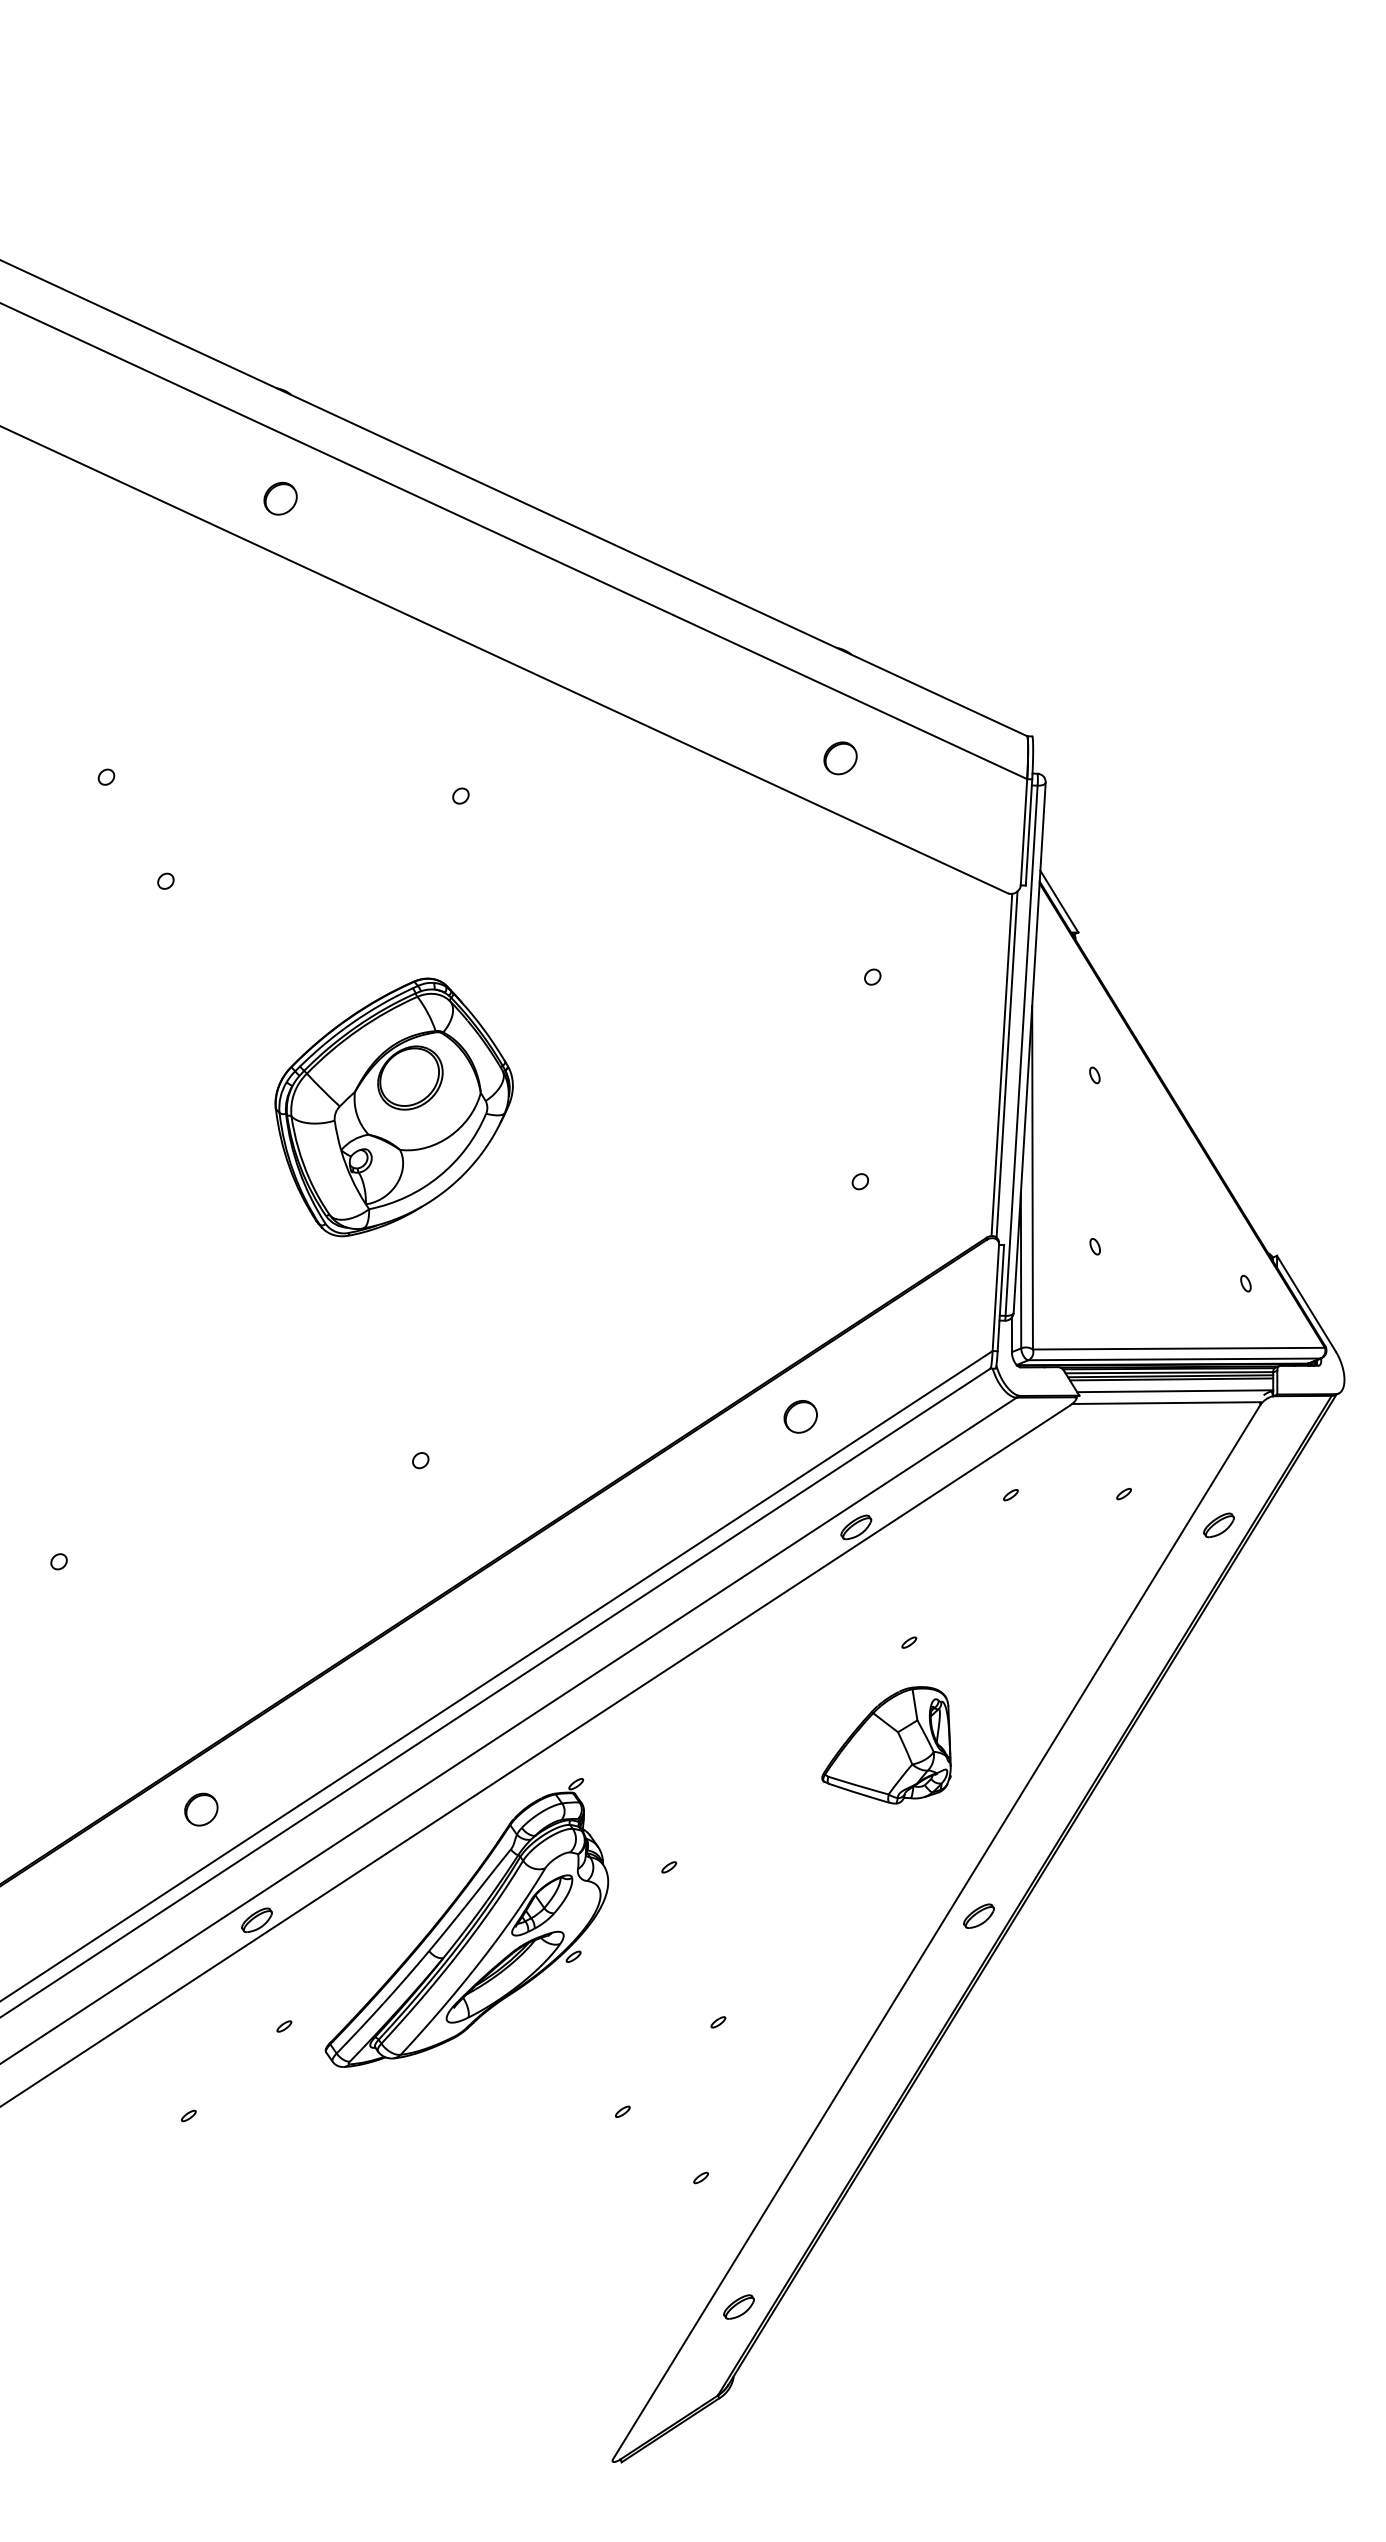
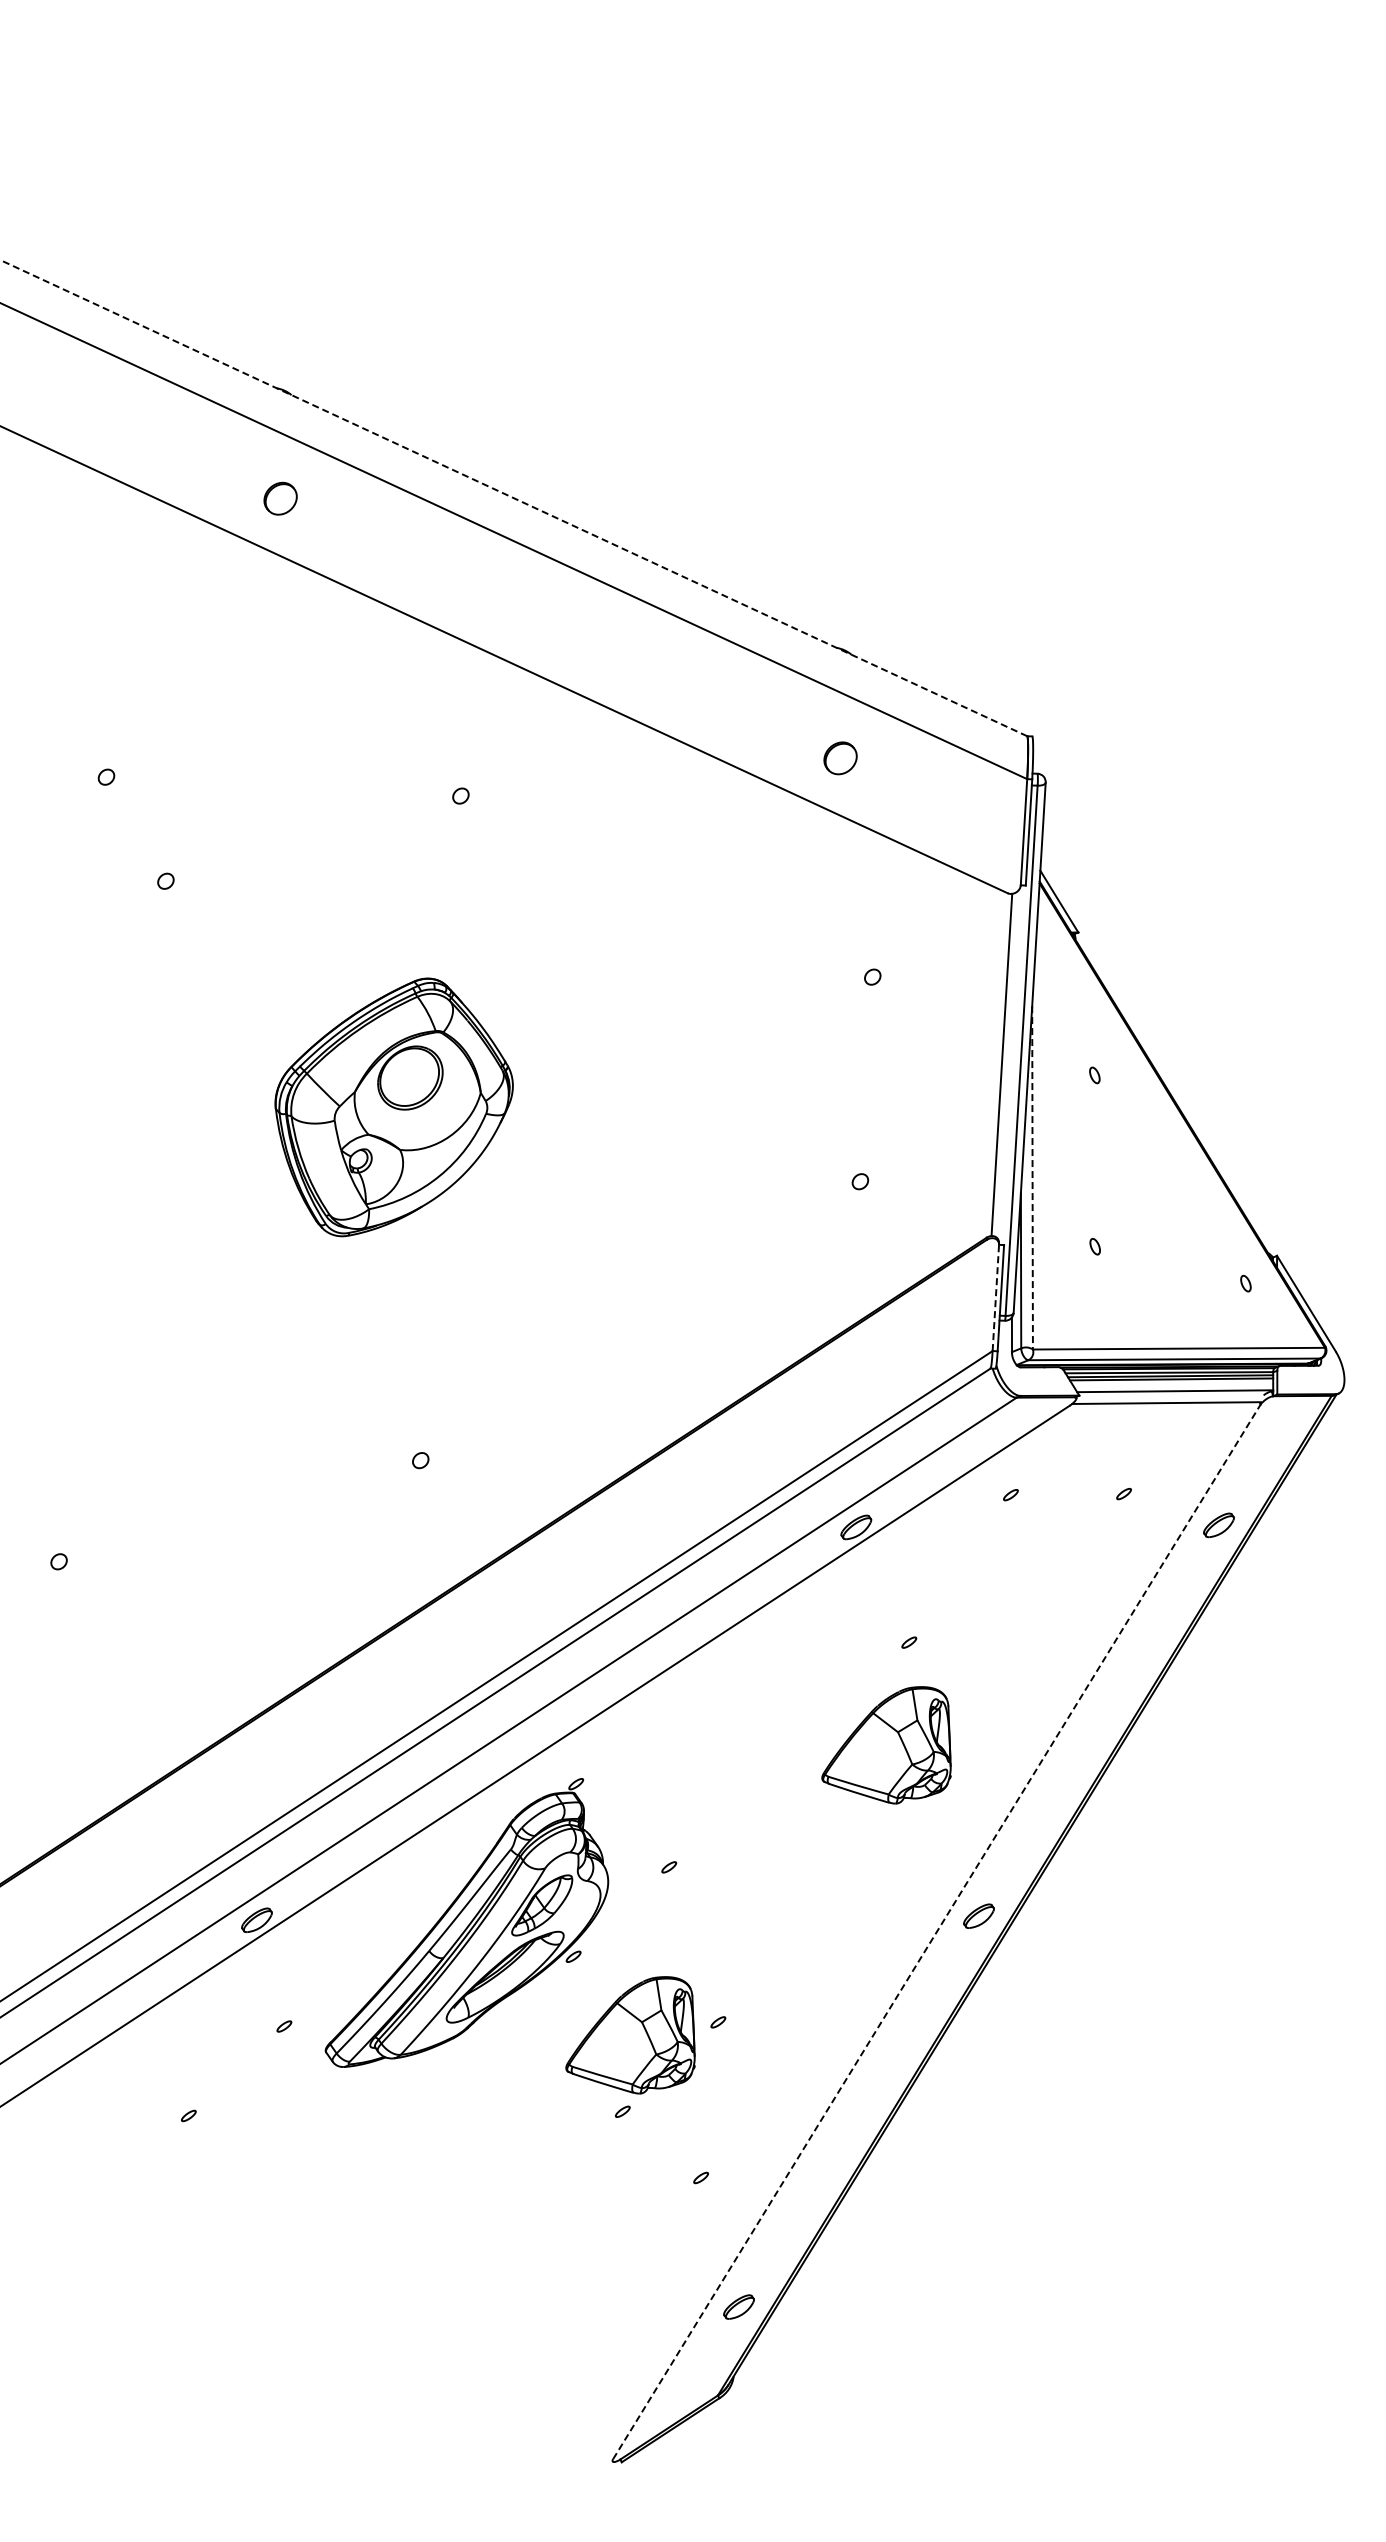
line at (513, 497): solid -> dashed
line at (1006, 1064): present -> none
line at (1032, 1177): solid -> dashed
line at (995, 1297): solid -> dashed
part at (800, 1416): present -> none
part at (201, 1809): present -> none
line at (936, 1931): solid -> dashed
part at (630, 2035): none -> present
